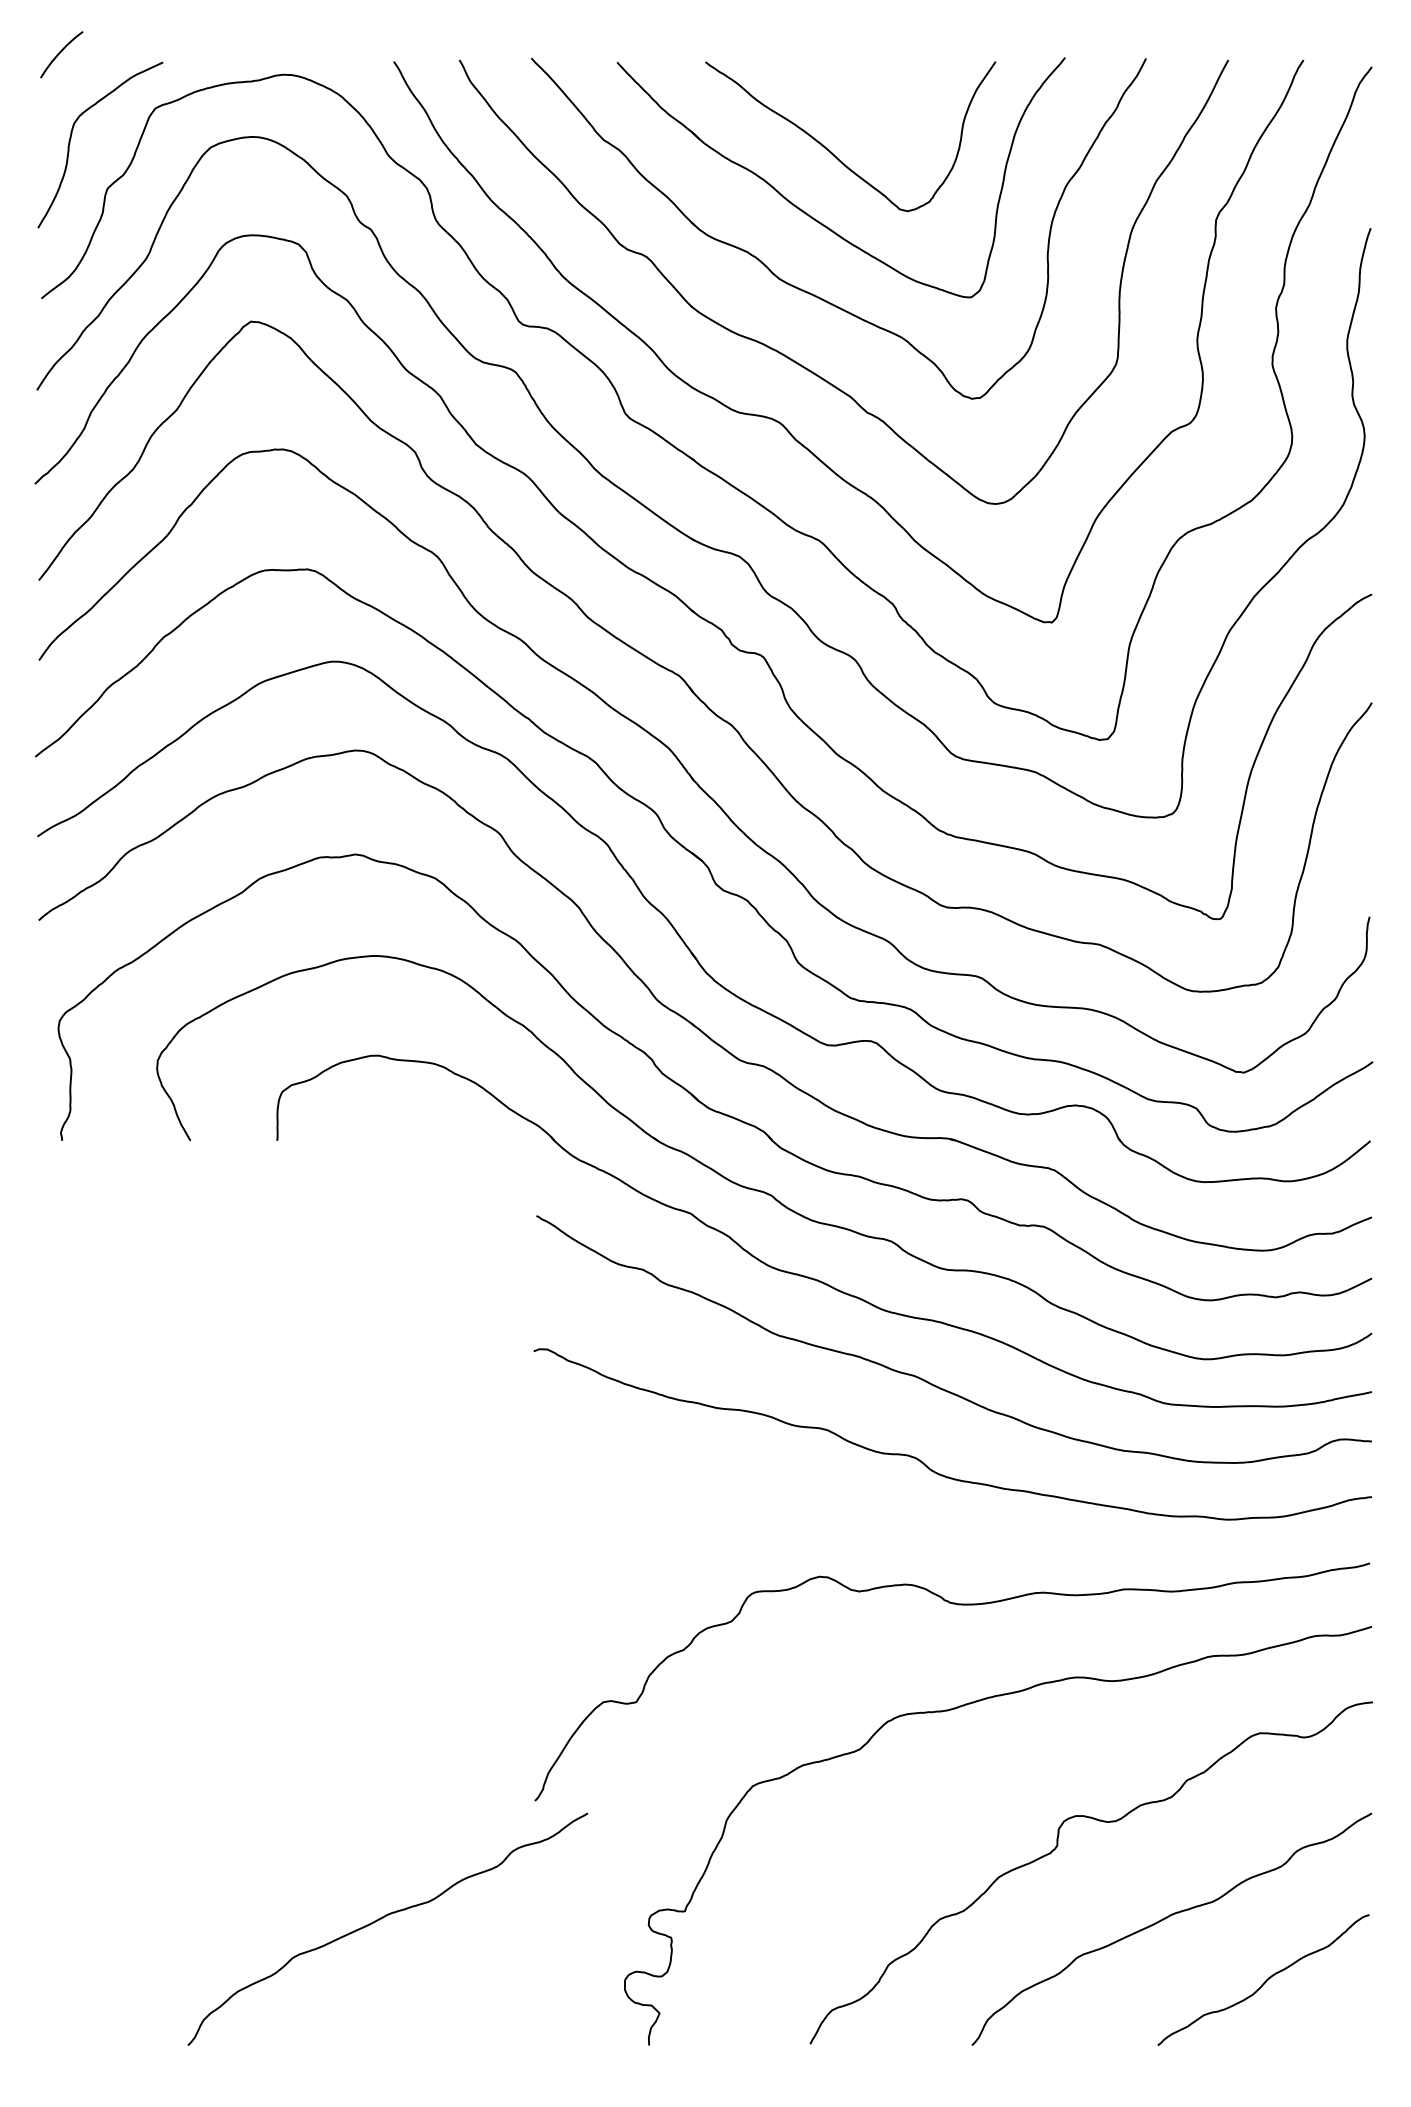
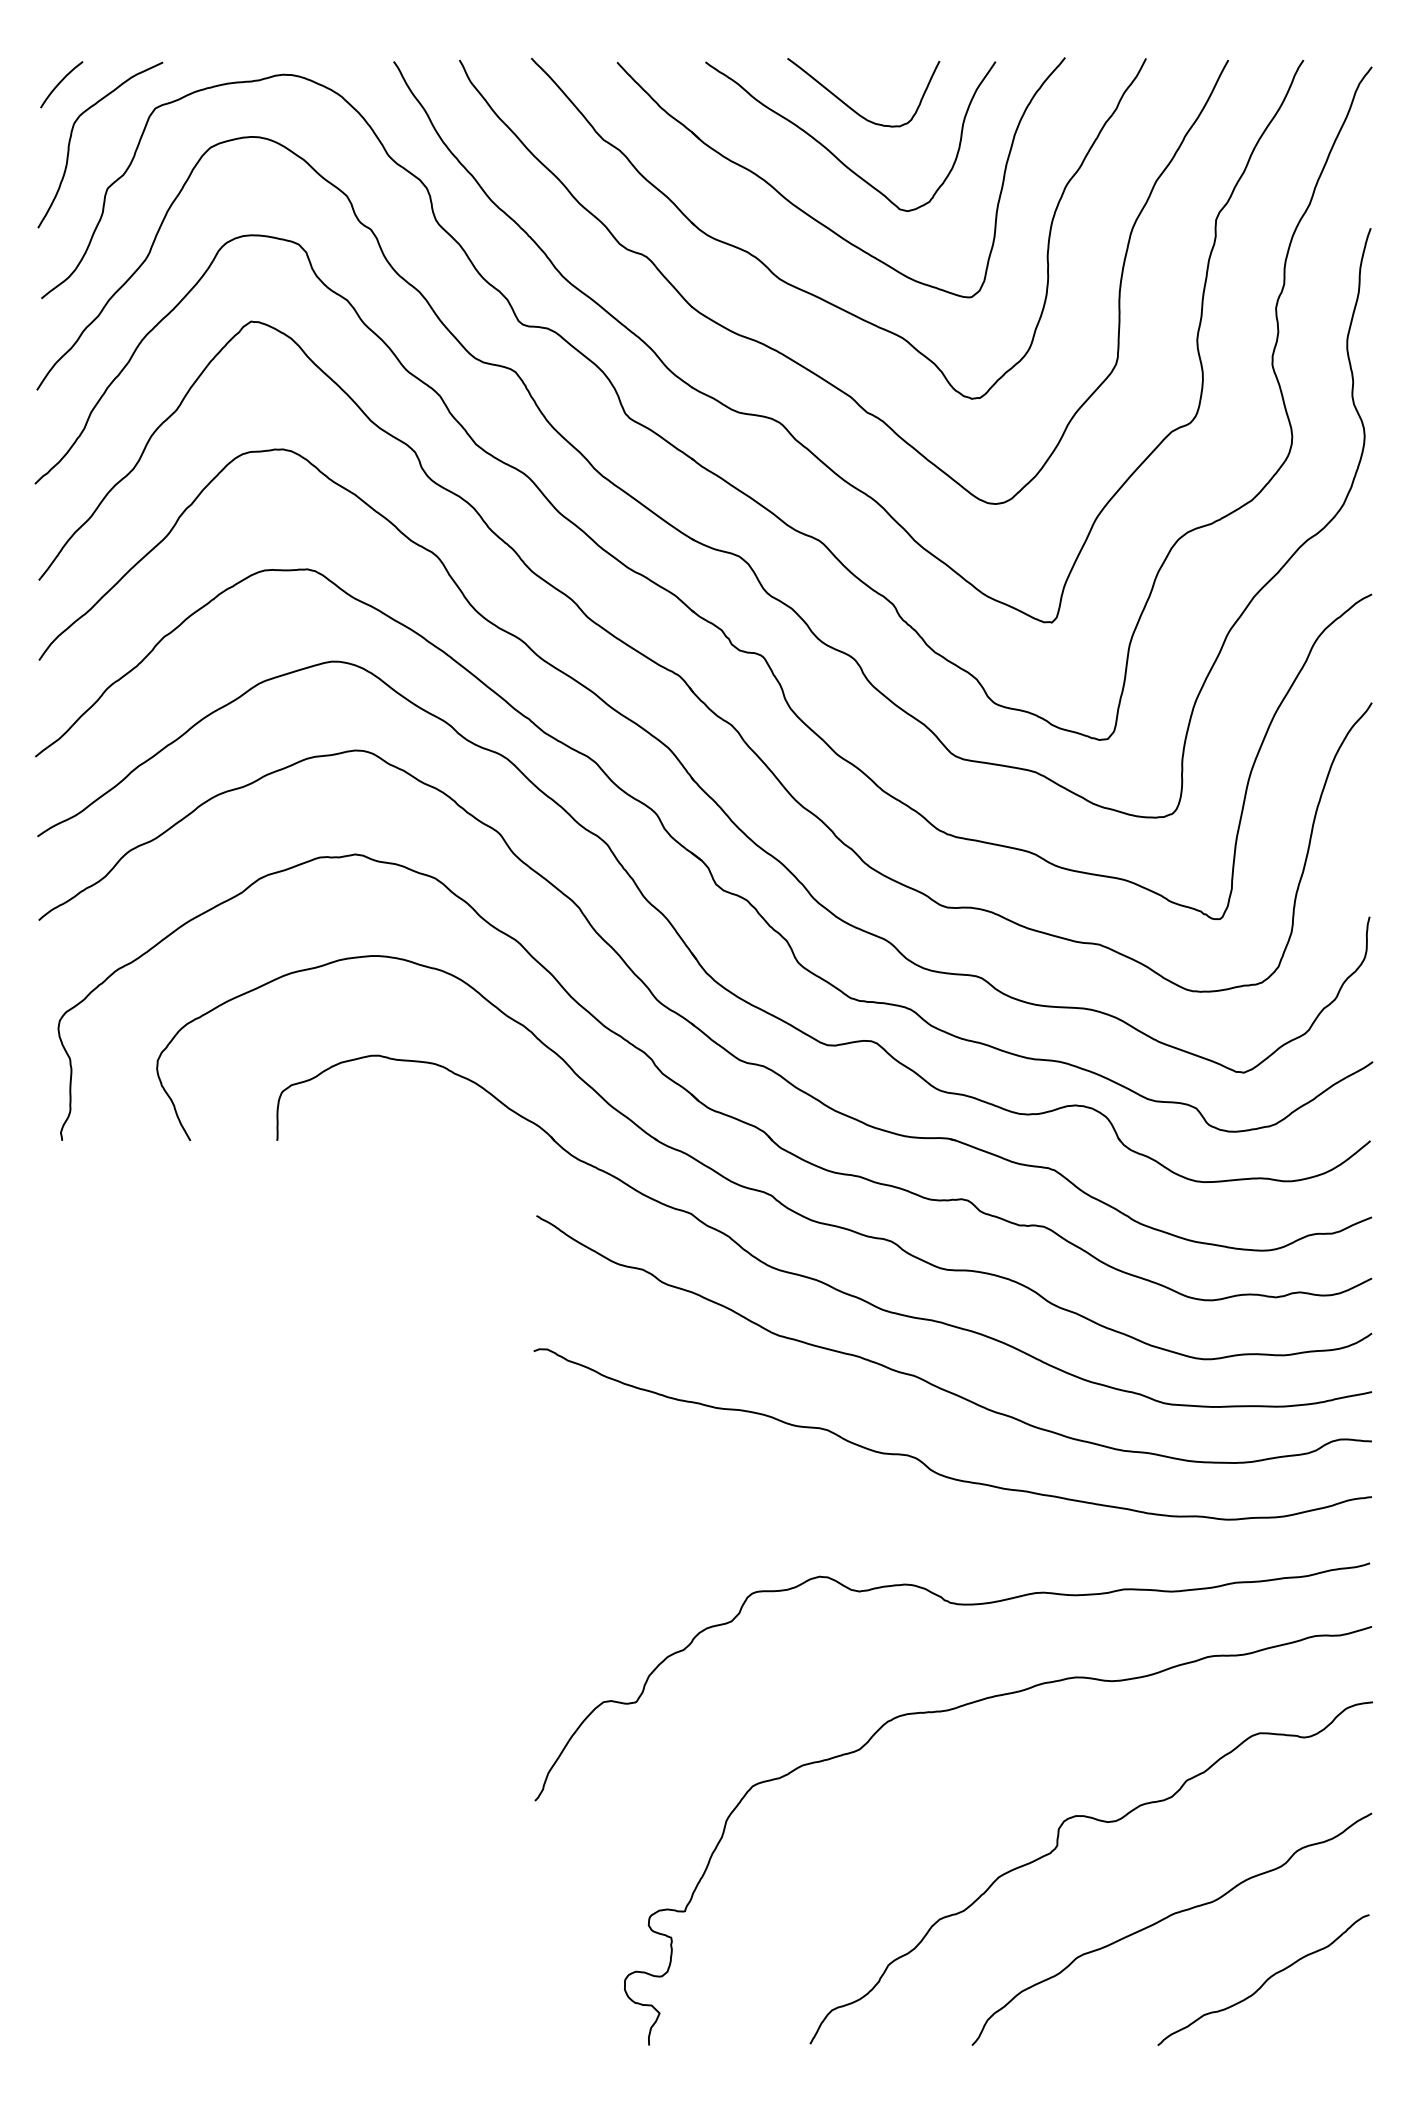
curve at (60, 53) position: (60, 53) -> (60, 83)
curve at (851, 107): none -> present
curve at (383, 1918): present -> none
